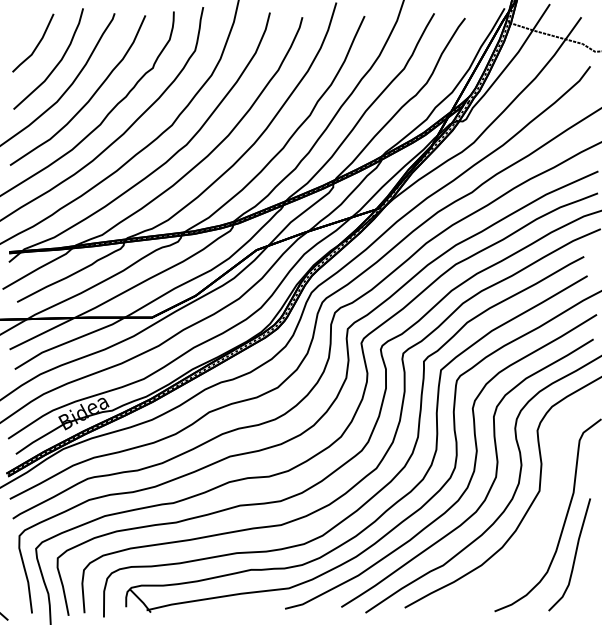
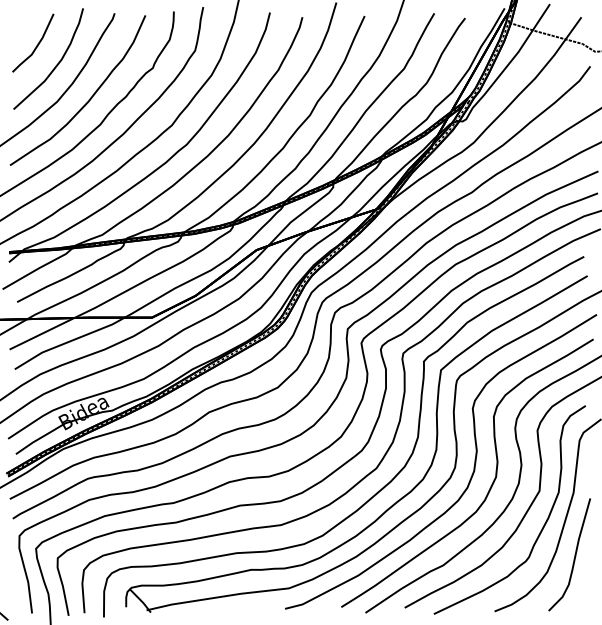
curve at (542, 526): none -> present
